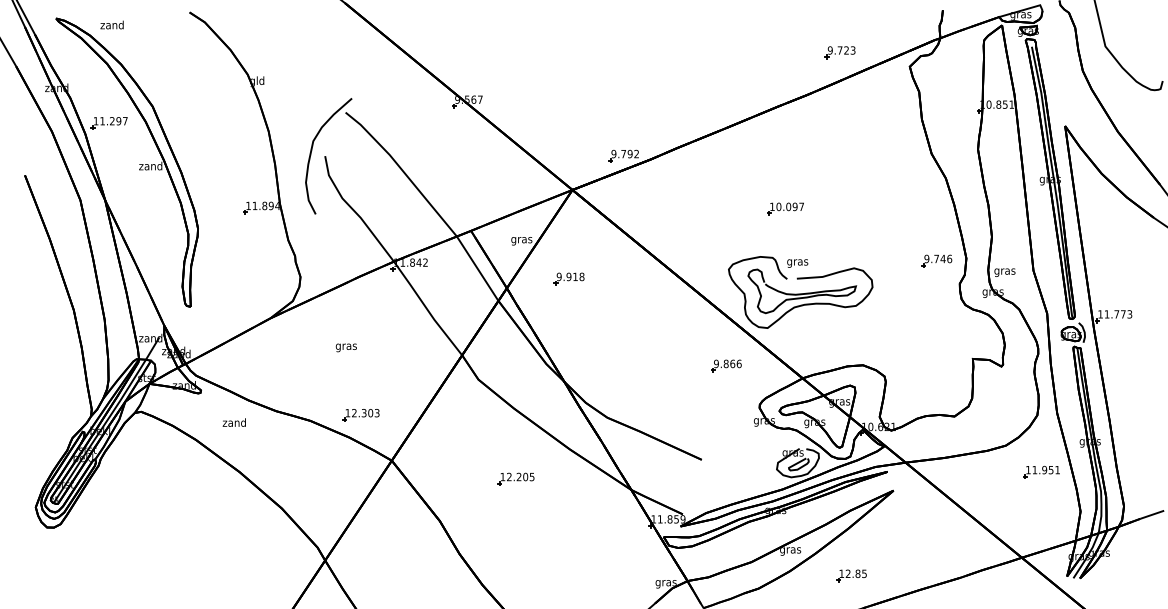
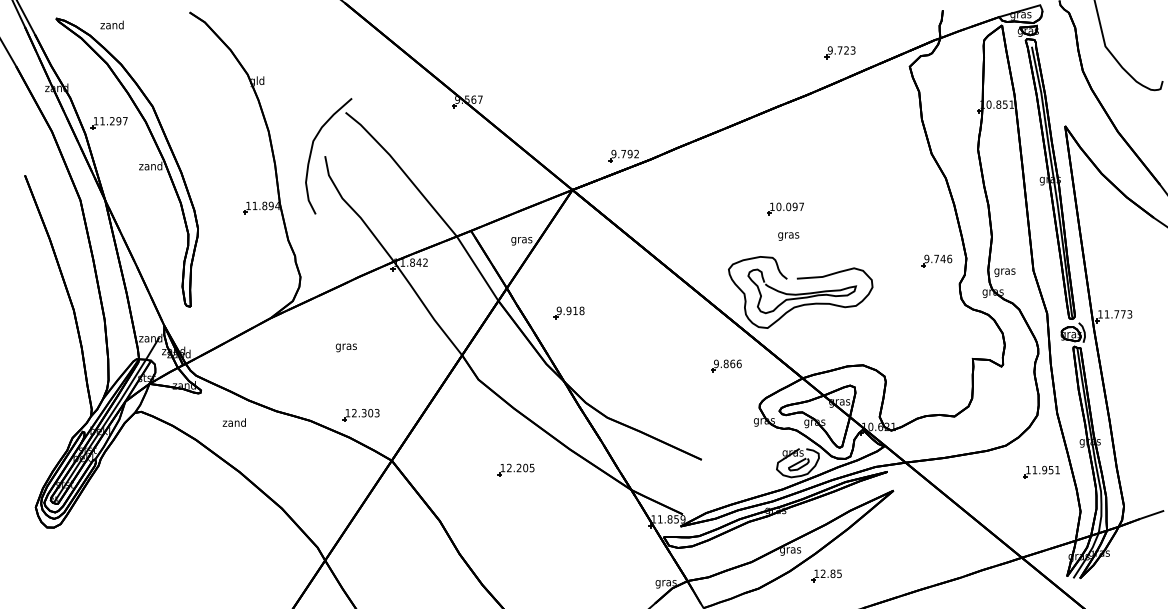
text at (797, 263) position: (797, 263) -> (788, 236)
part at (568, 278) position: (568, 278) -> (568, 312)
part at (515, 478) position: (515, 478) -> (515, 469)
part at (851, 575) position: (851, 575) -> (826, 575)
